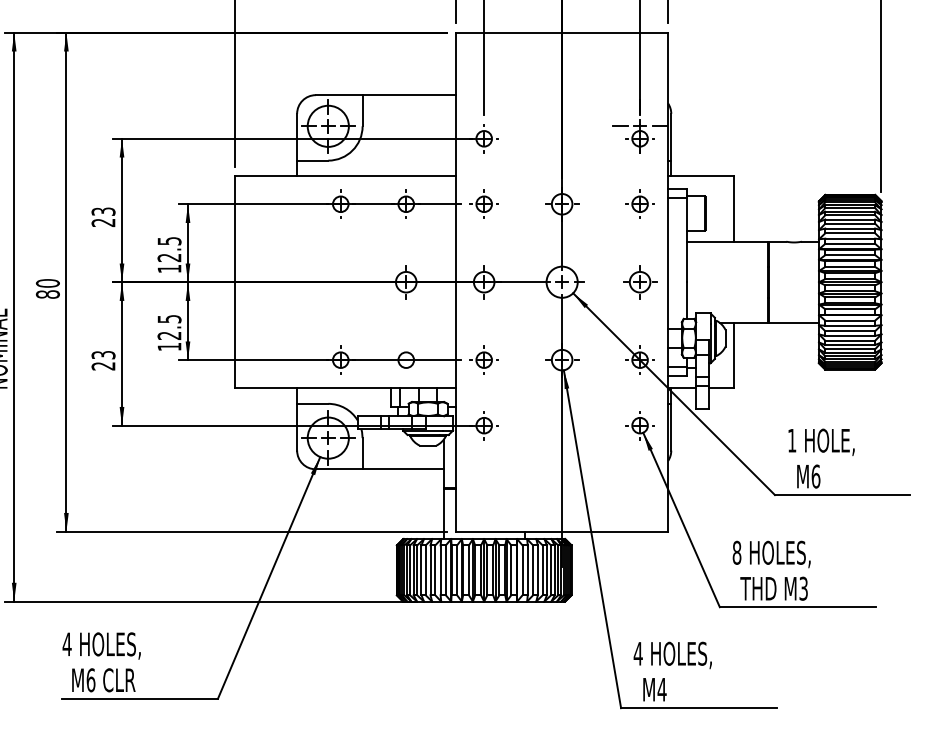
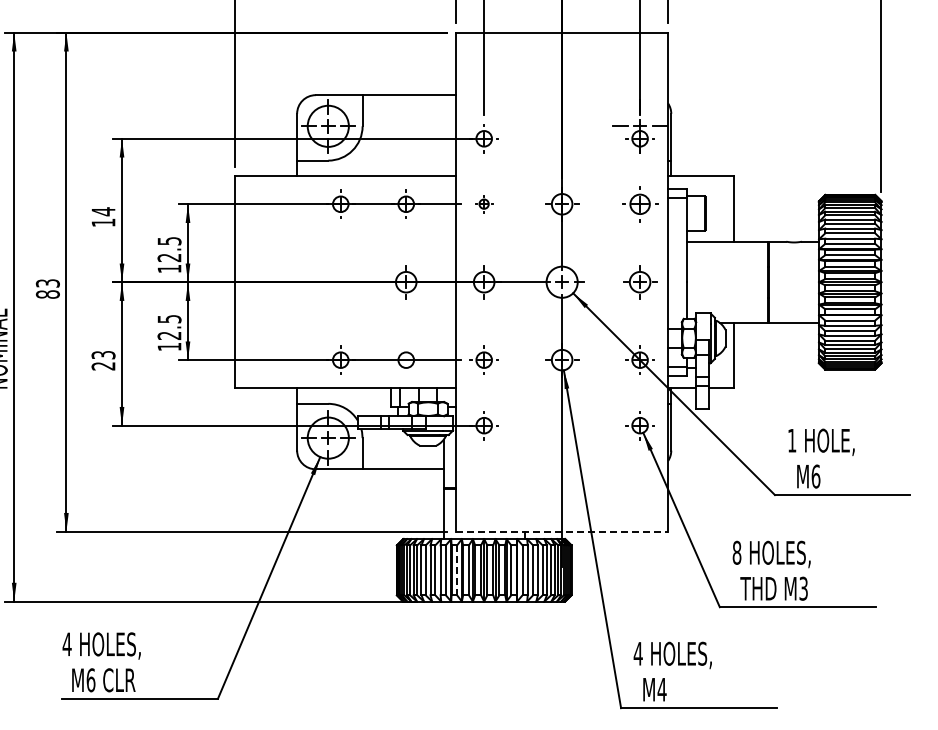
part at (483, 203) size: 30x30 px -> 19x19 px
part at (639, 203) size: 30x30 px -> 37x37 px
text at (103, 217): 23 -> 14
text at (47, 283): 80 -> 83
line at (562, 531): solid -> dashed
line at (457, 570): solid -> dashed
